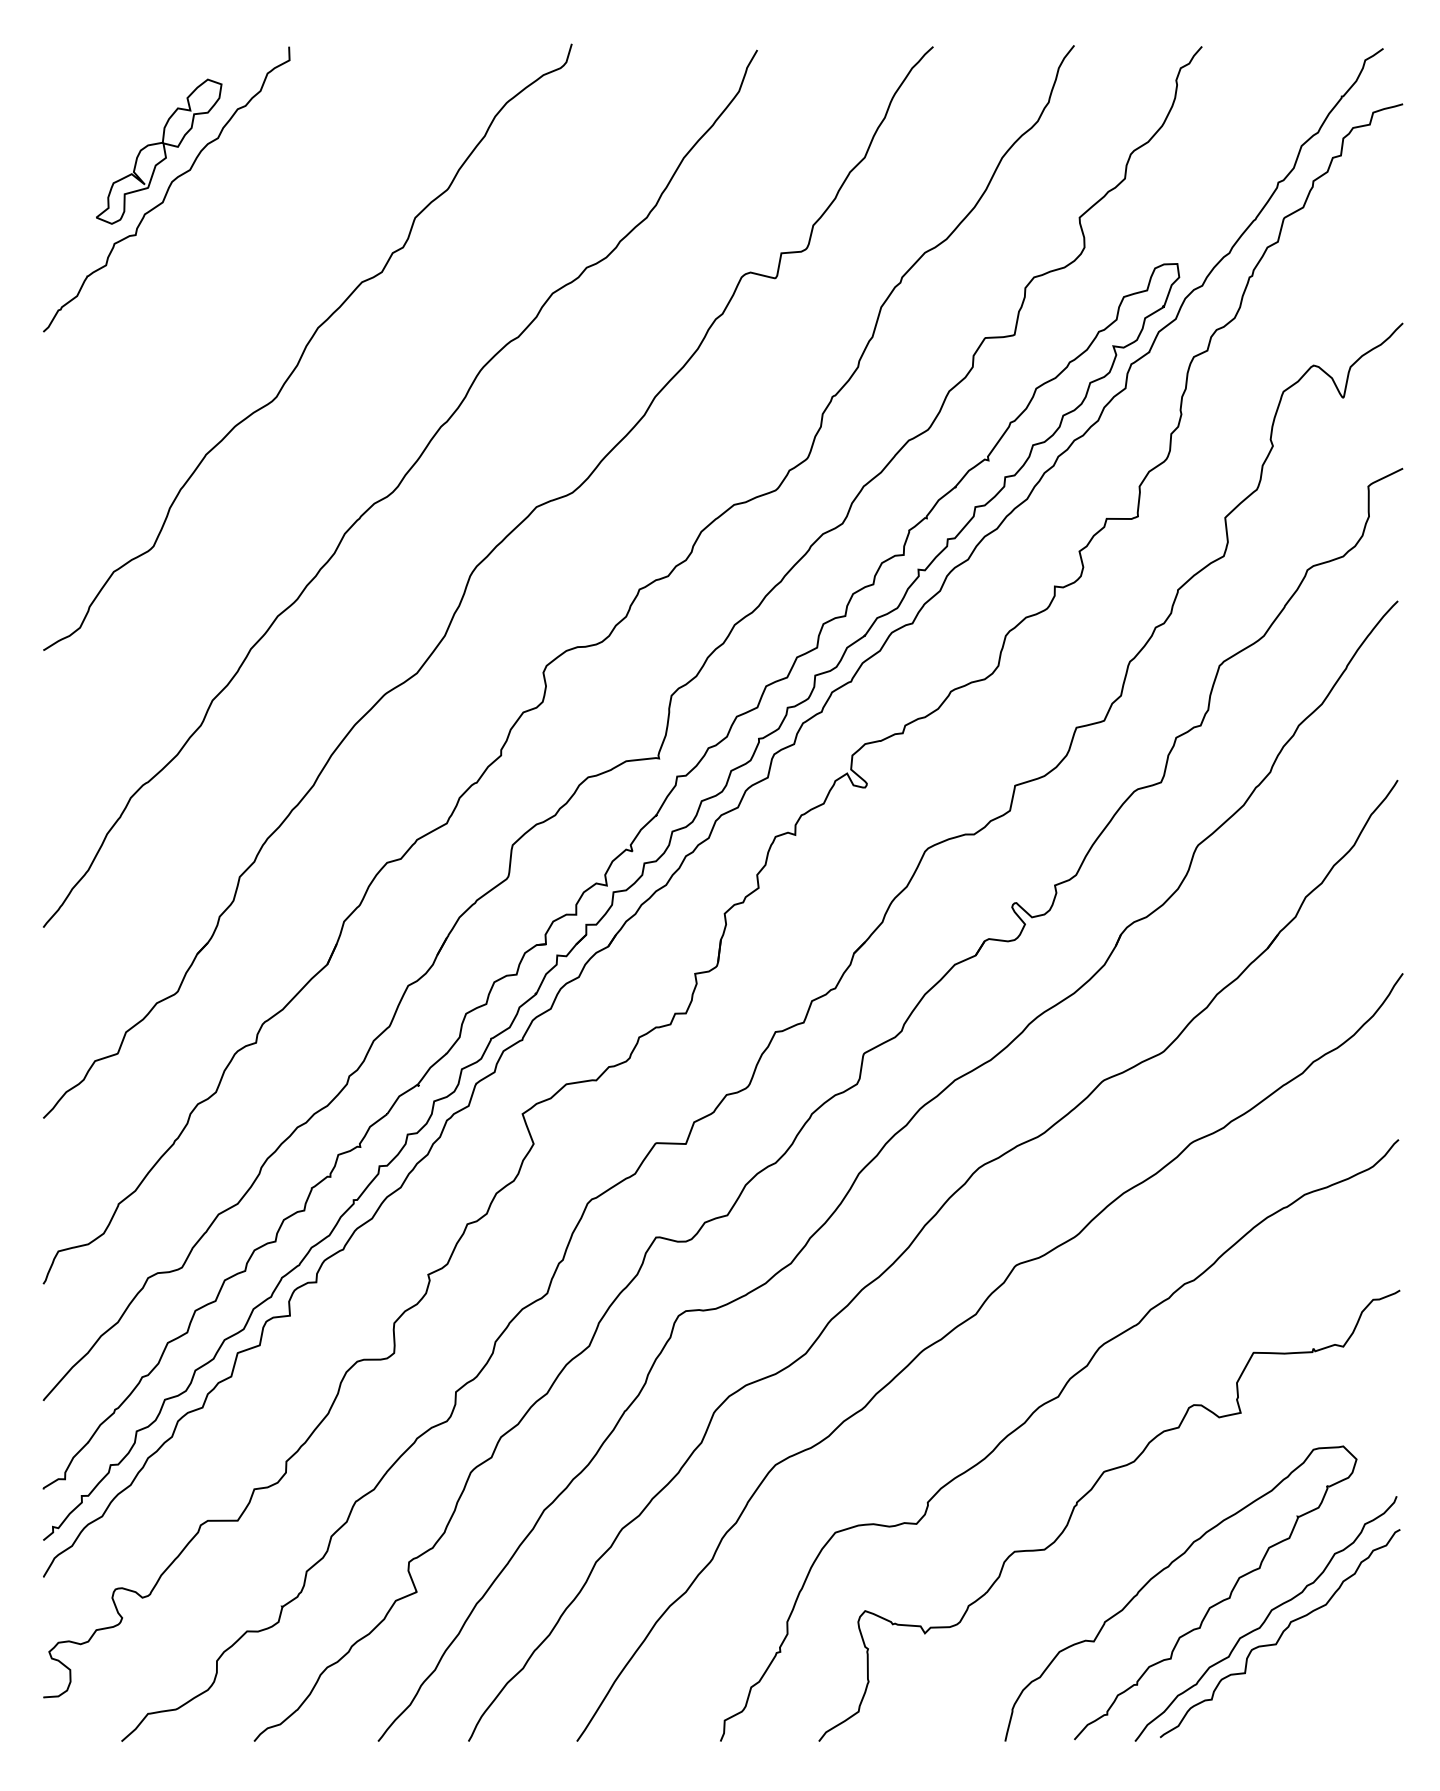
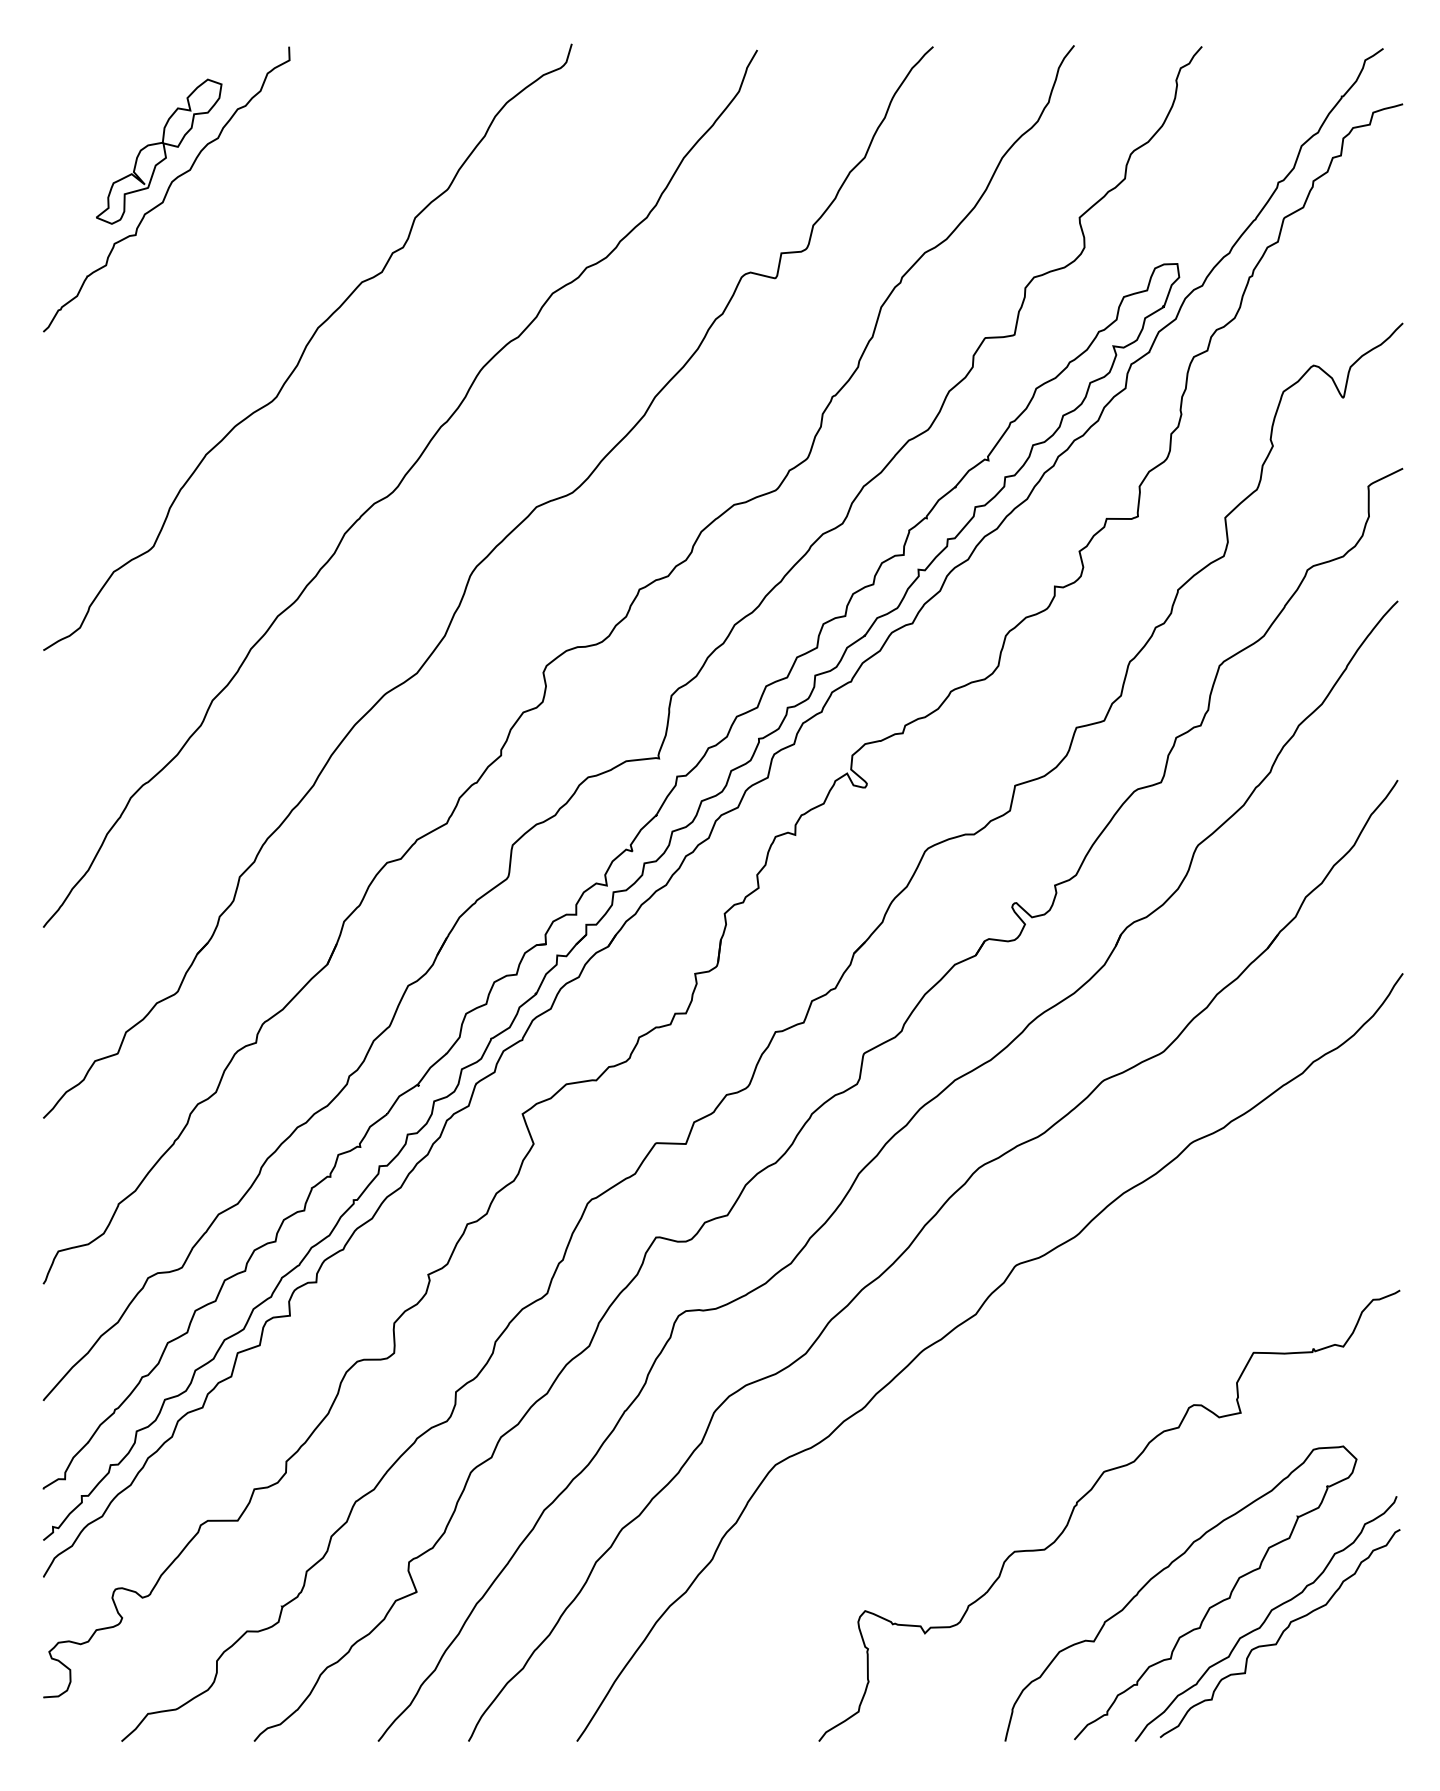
curve at (1033, 1414): present -> none
